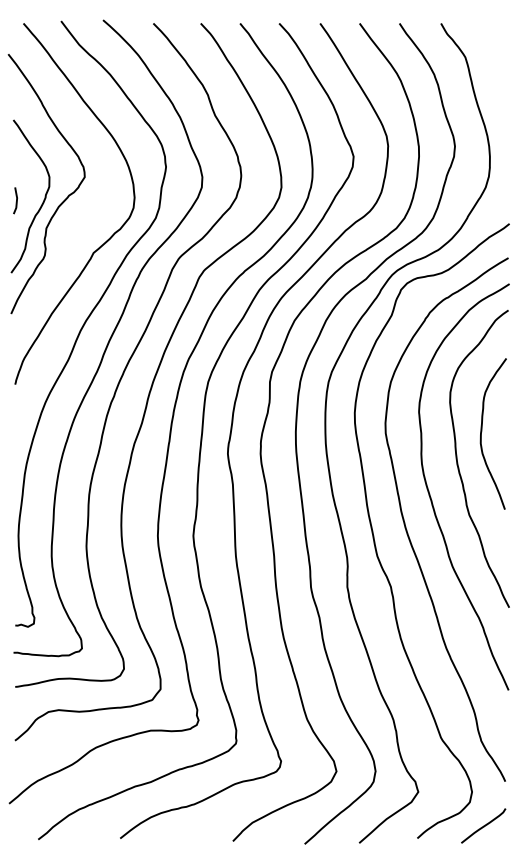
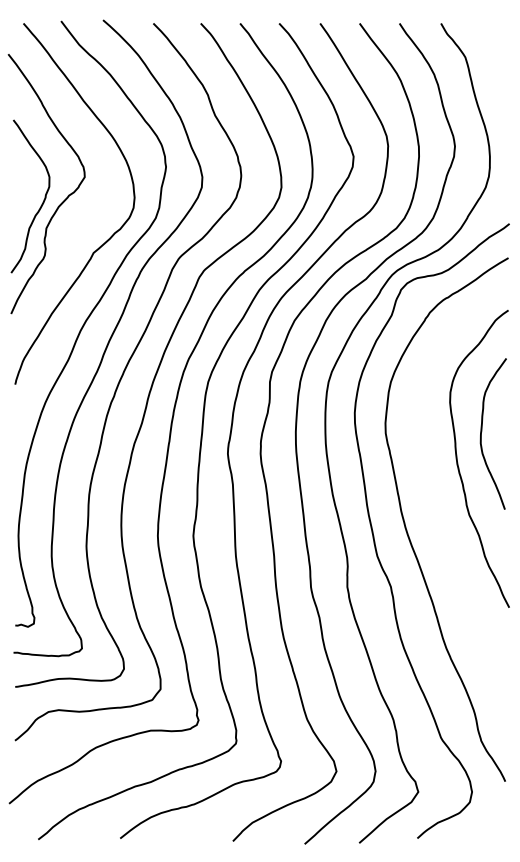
curve at (16, 200): present -> none
curve at (431, 497): present -> none
curve at (483, 825): present -> none
